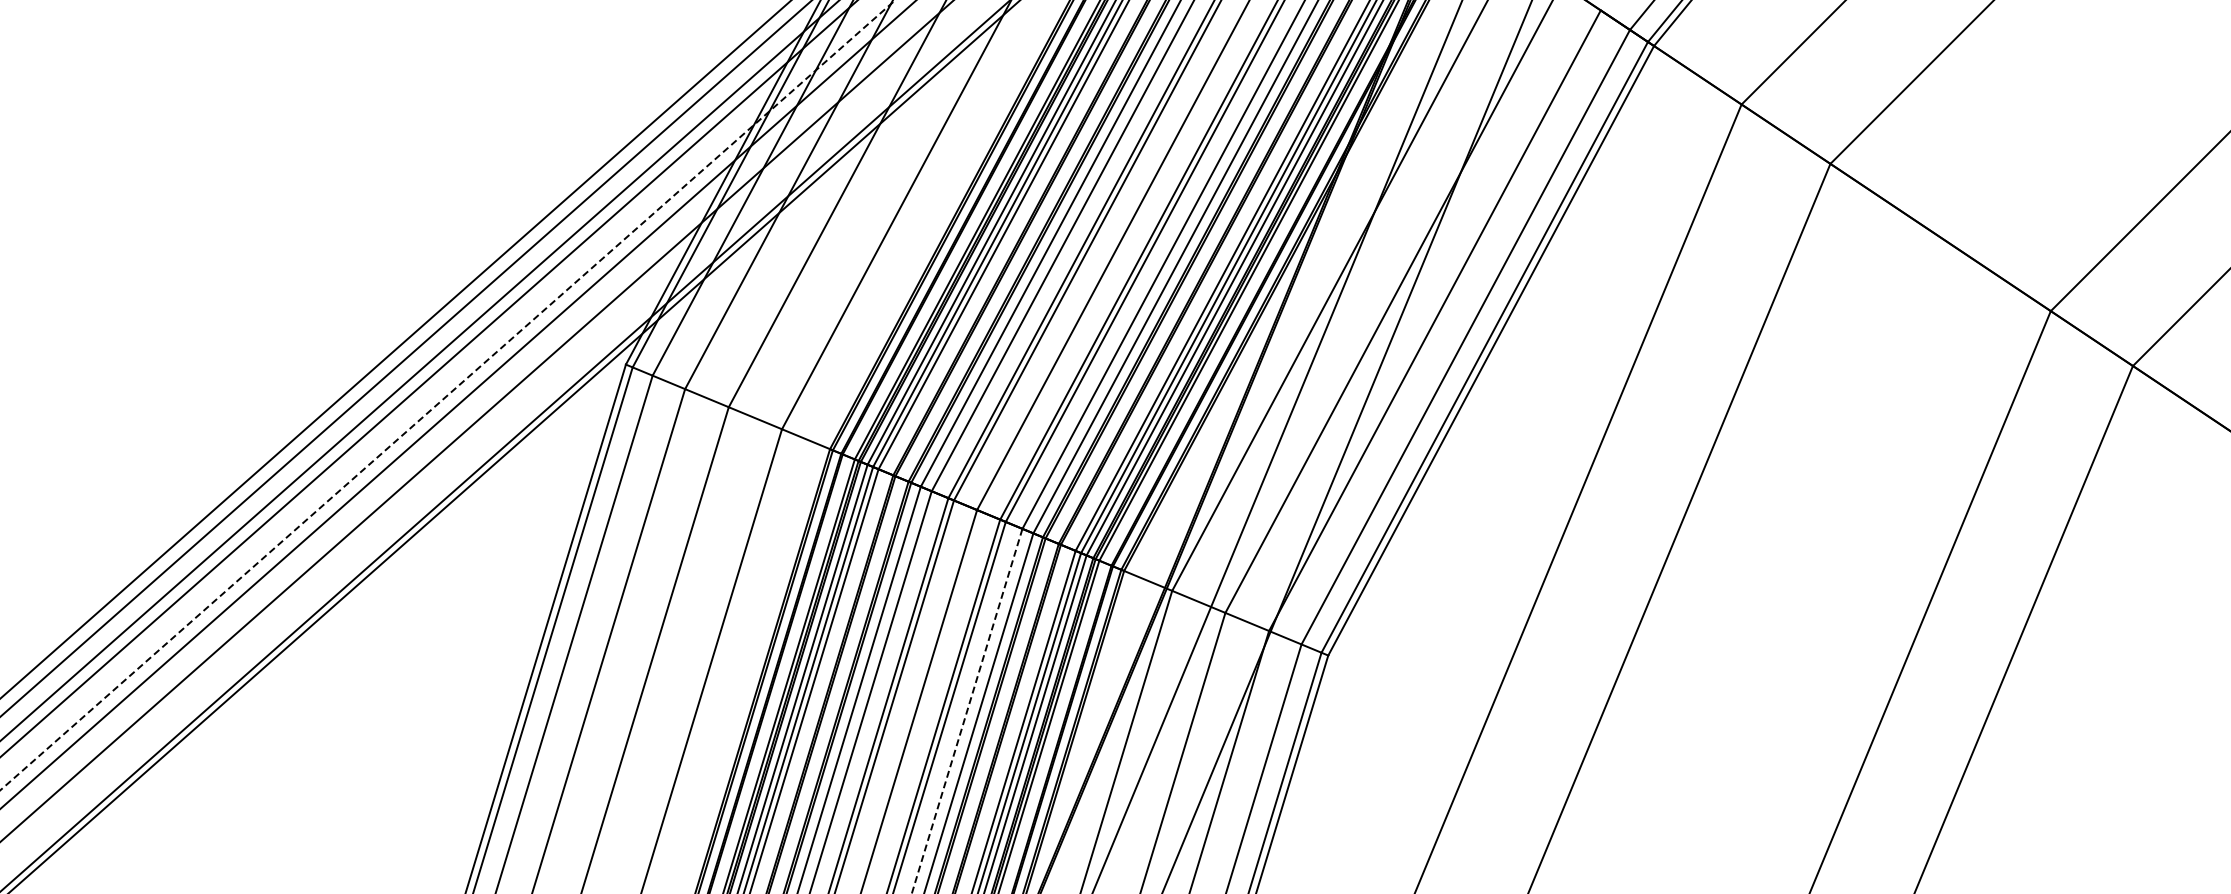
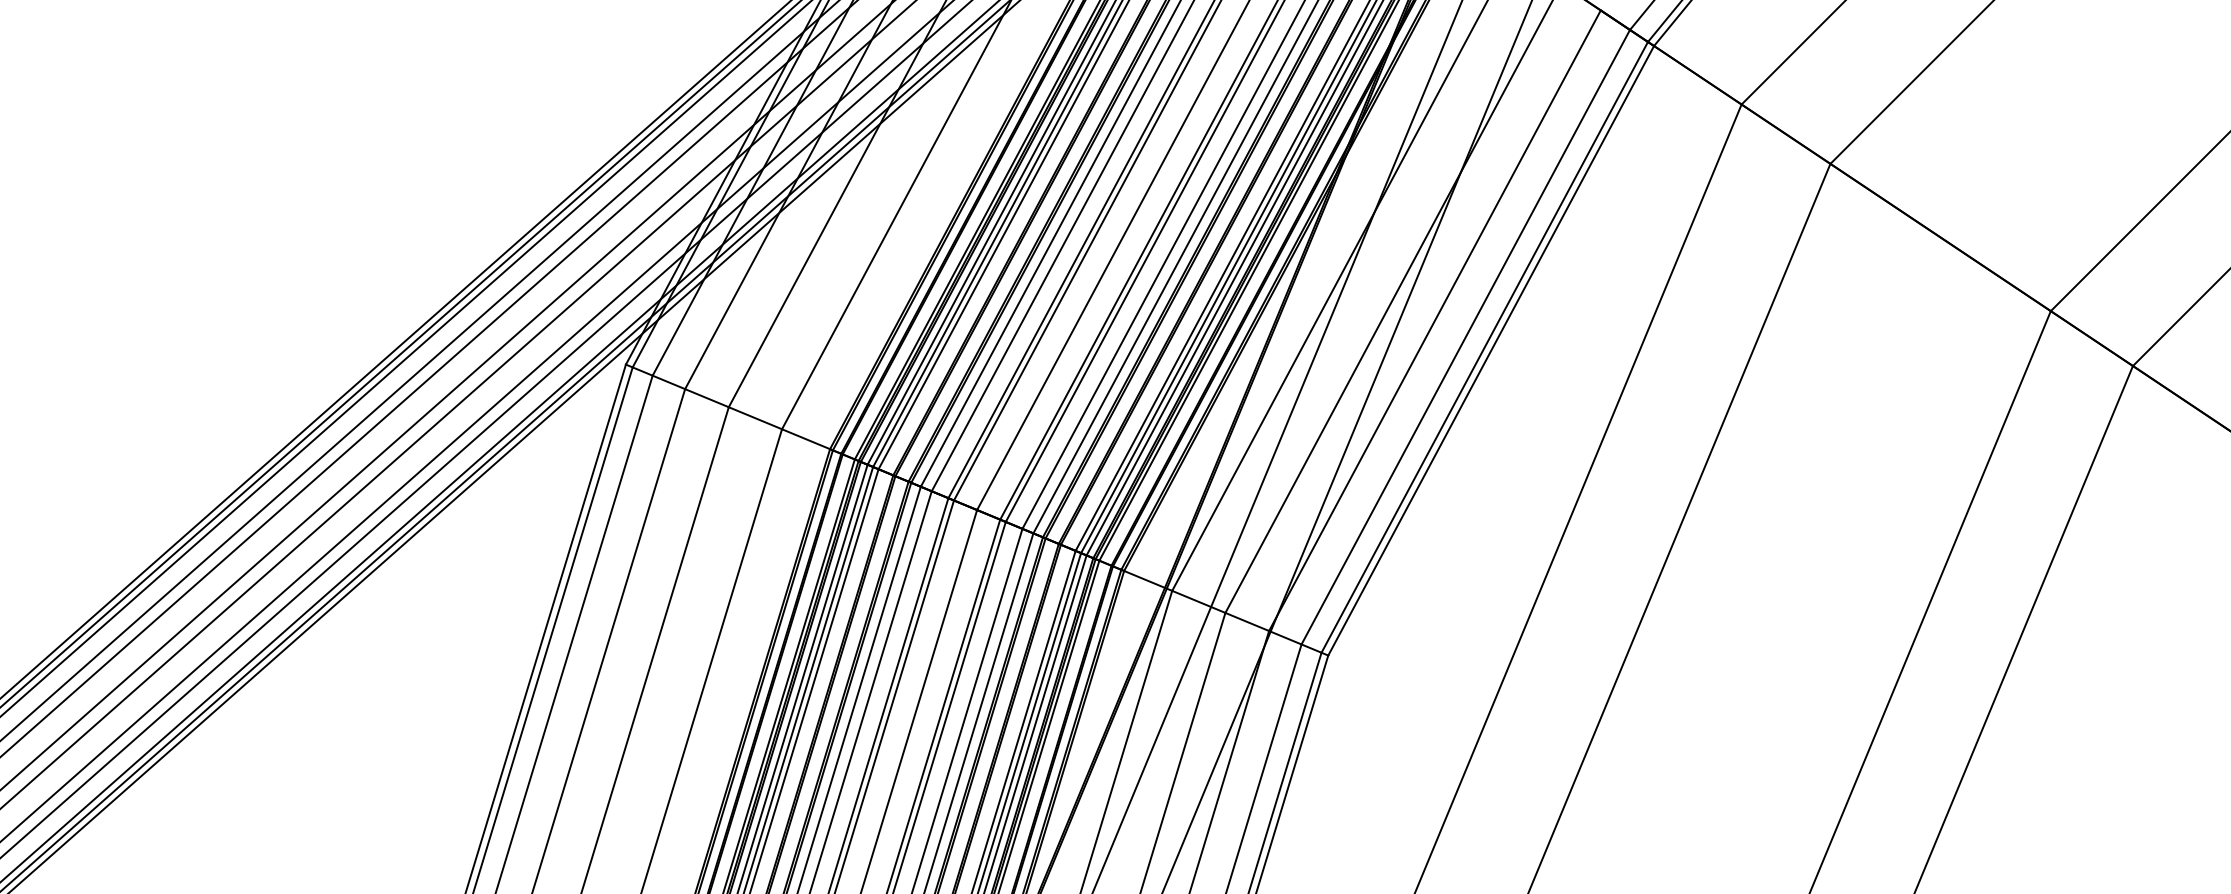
line at (400, 353): none -> present
line at (448, 395): dashed -> solid
line at (485, 429): none -> present
line at (499, 441): none -> present
line at (967, 711): dashed -> solid
